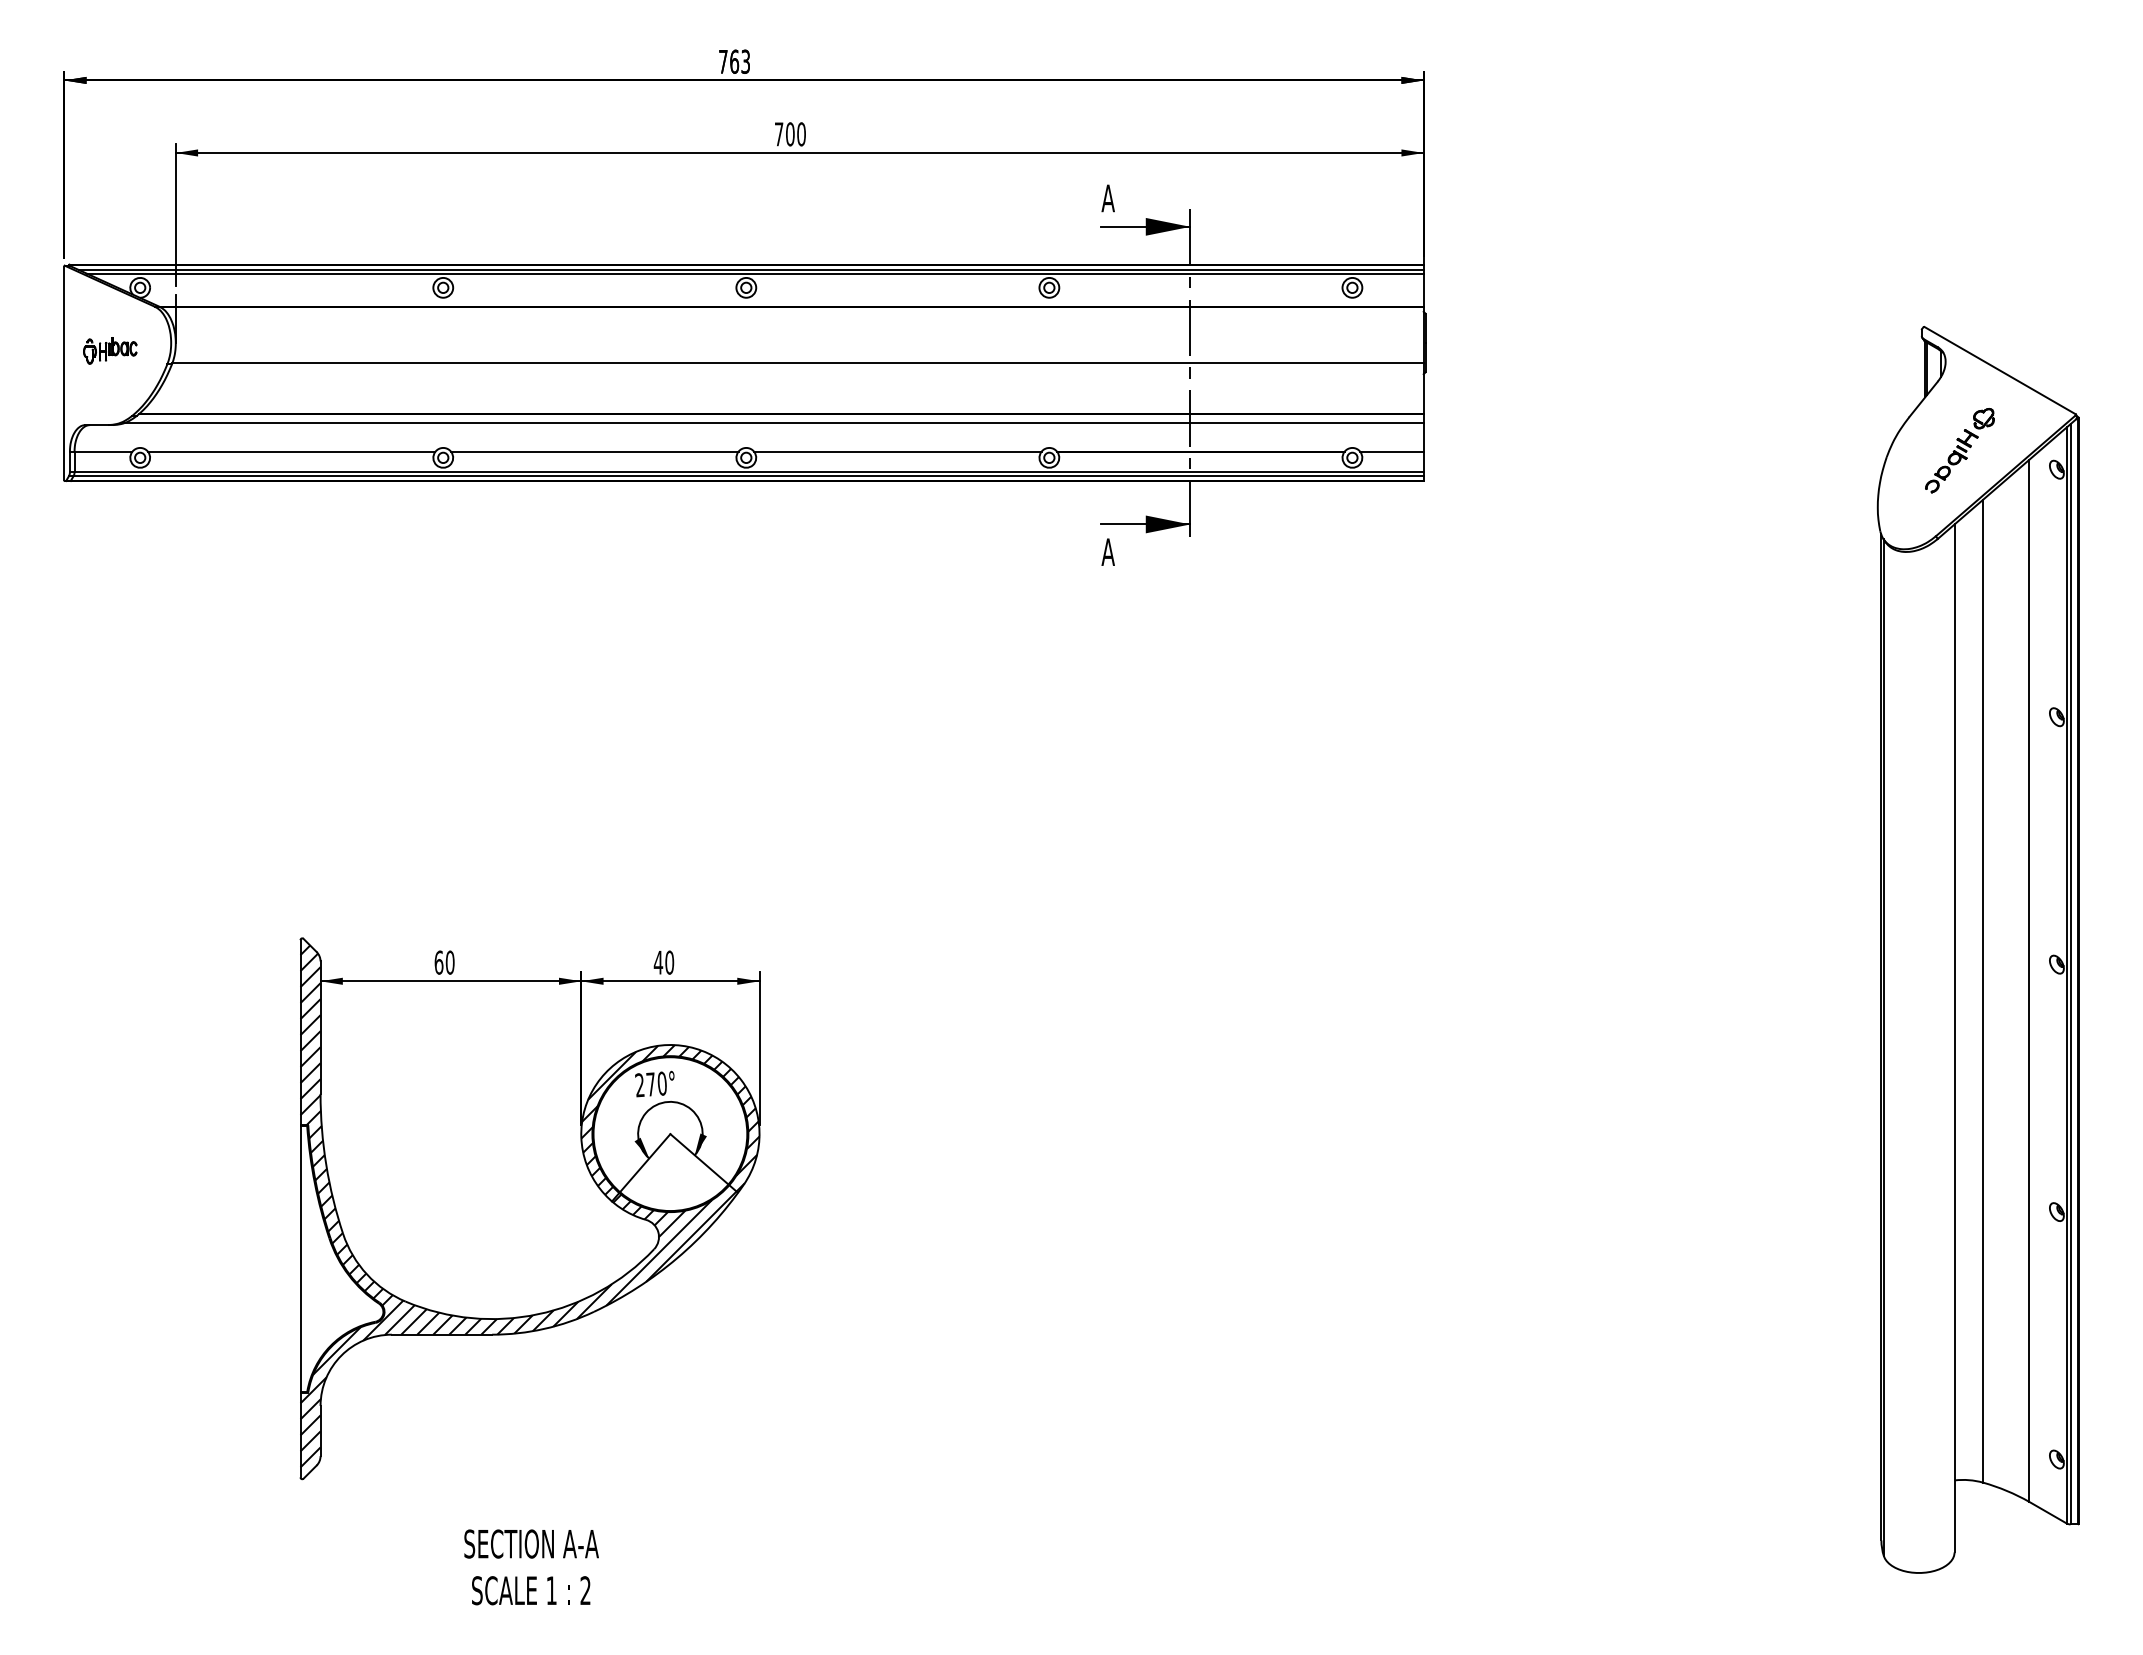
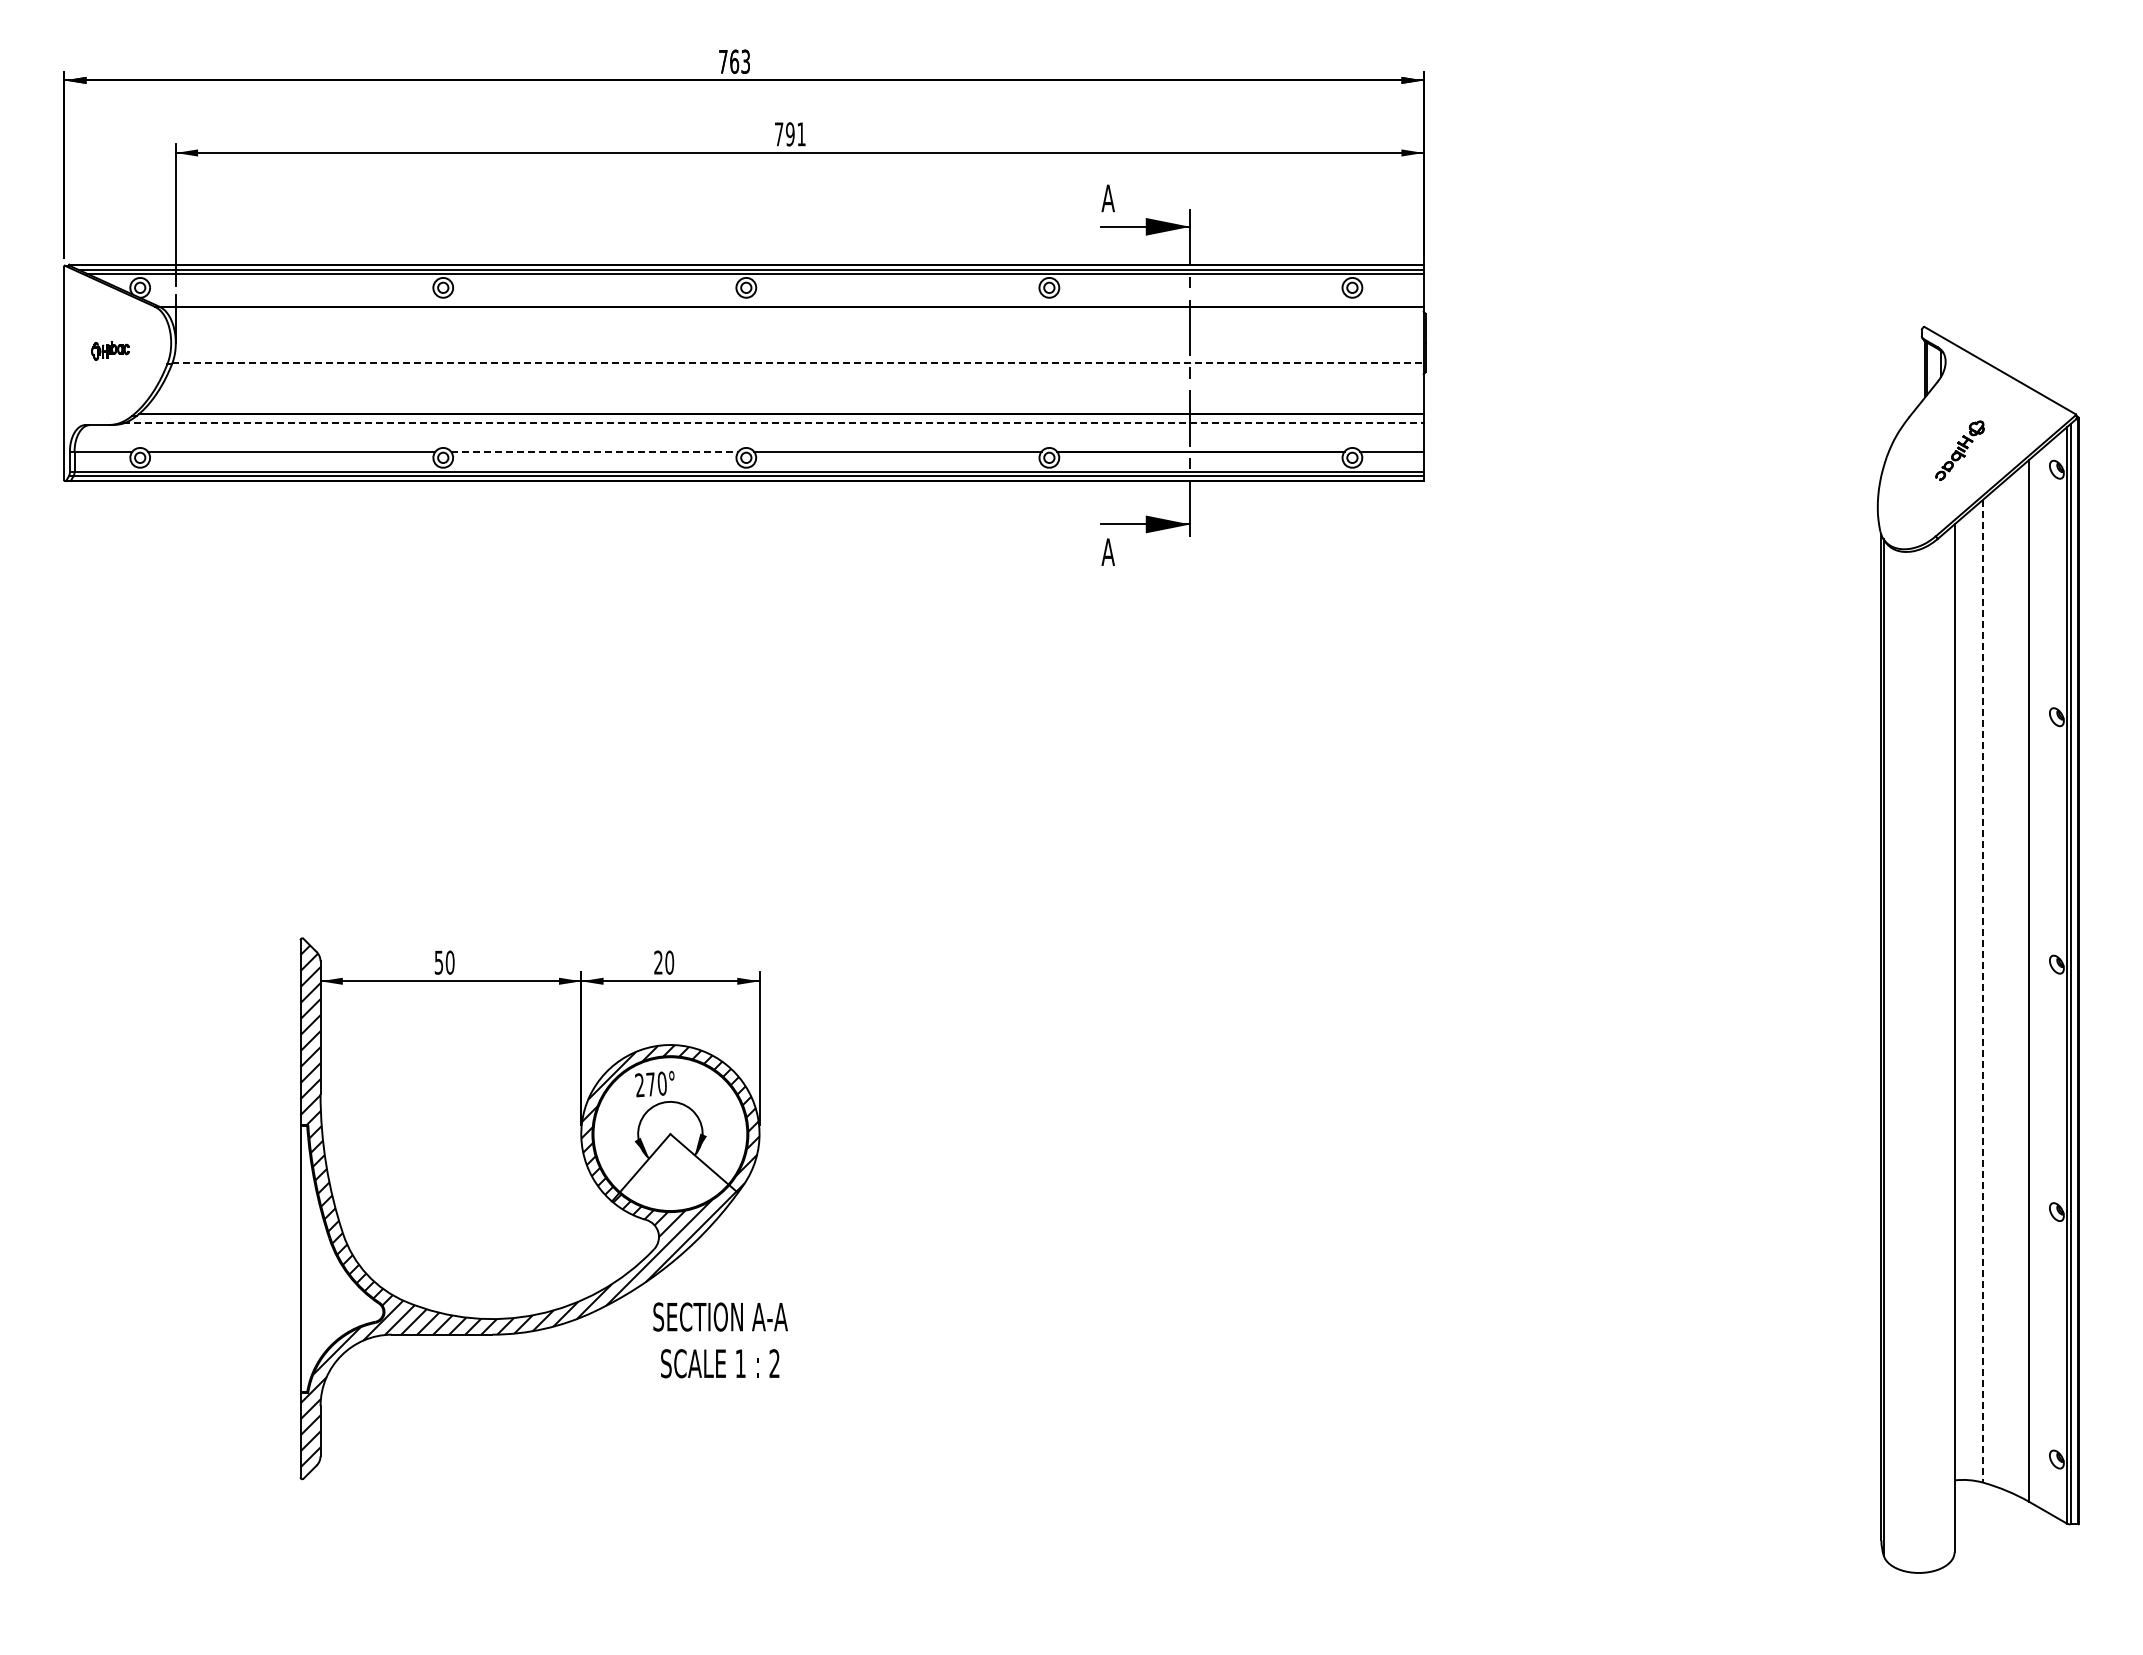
text at (795, 134): 700 -> 791
part at (110, 350) size: 55x28 px -> 39x20 px
line at (798, 363): solid -> dashed
line at (774, 423): solid -> dashed
part at (1959, 450) size: 70x86 px -> 50x61 px
line at (594, 451): solid -> dashed
text at (438, 962): 60 -> 50
text at (658, 962): 40 -> 20
line at (1983, 991): solid -> dashed
text at (531, 1567) position: (531, 1567) -> (720, 1340)
